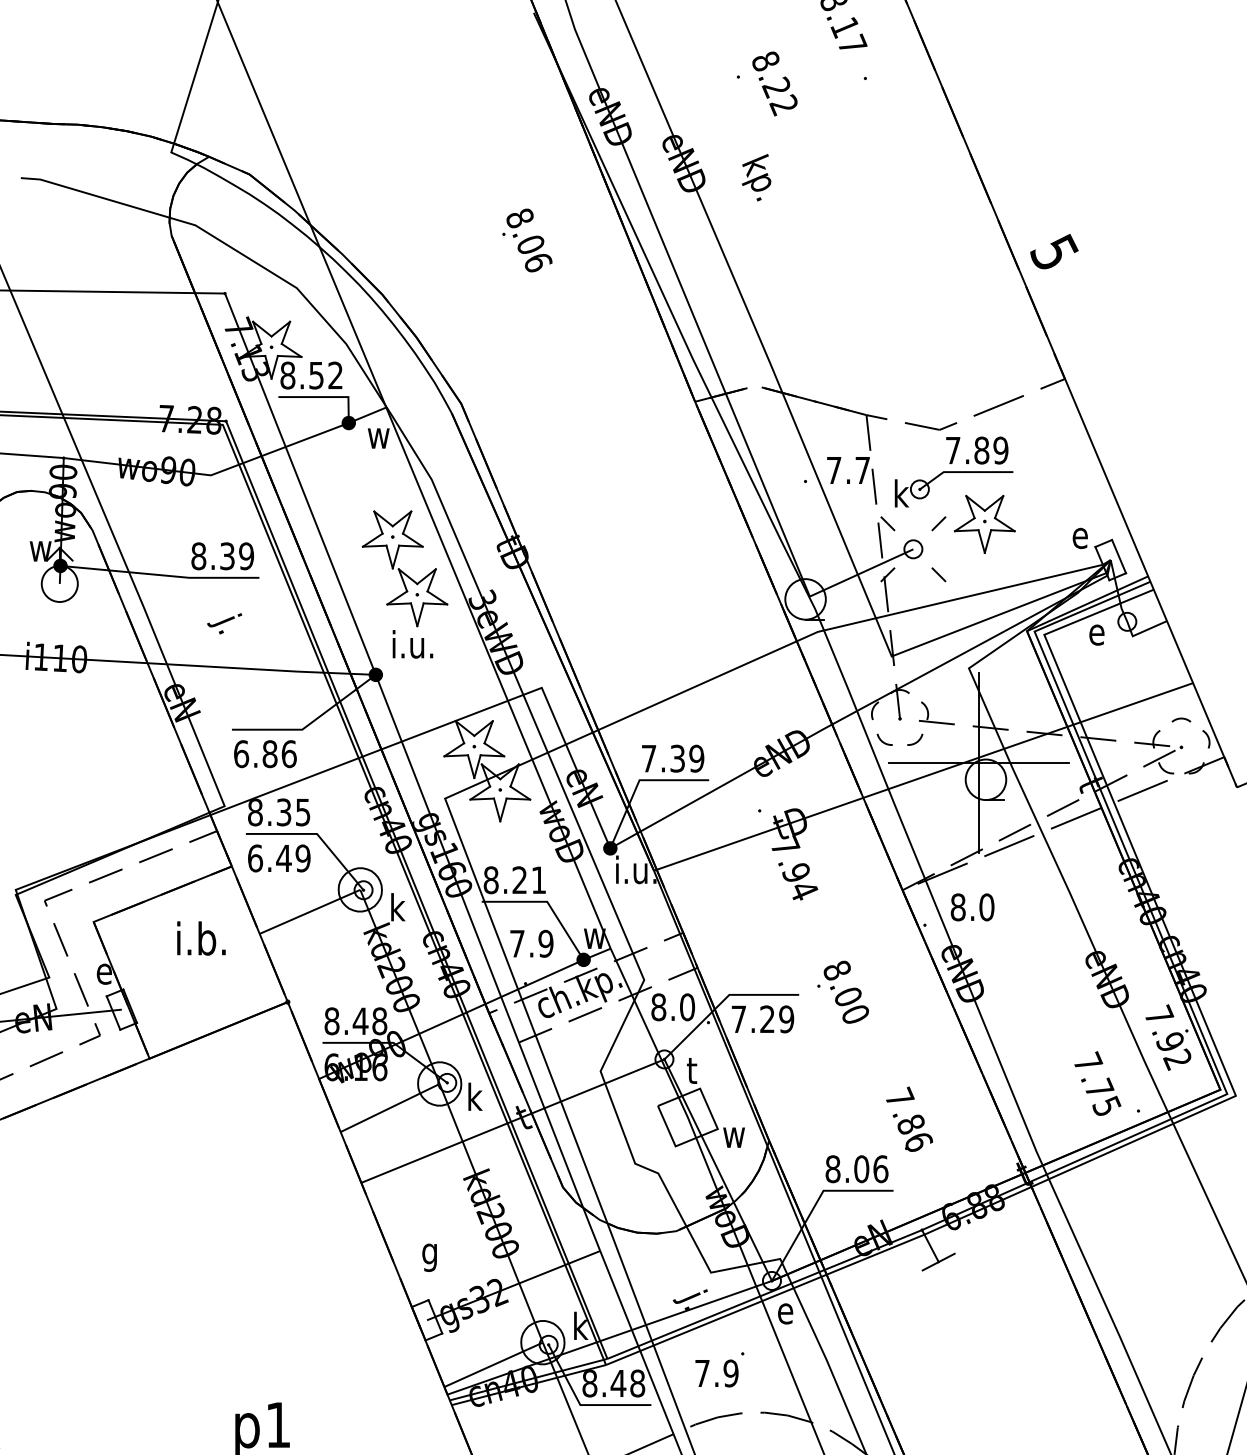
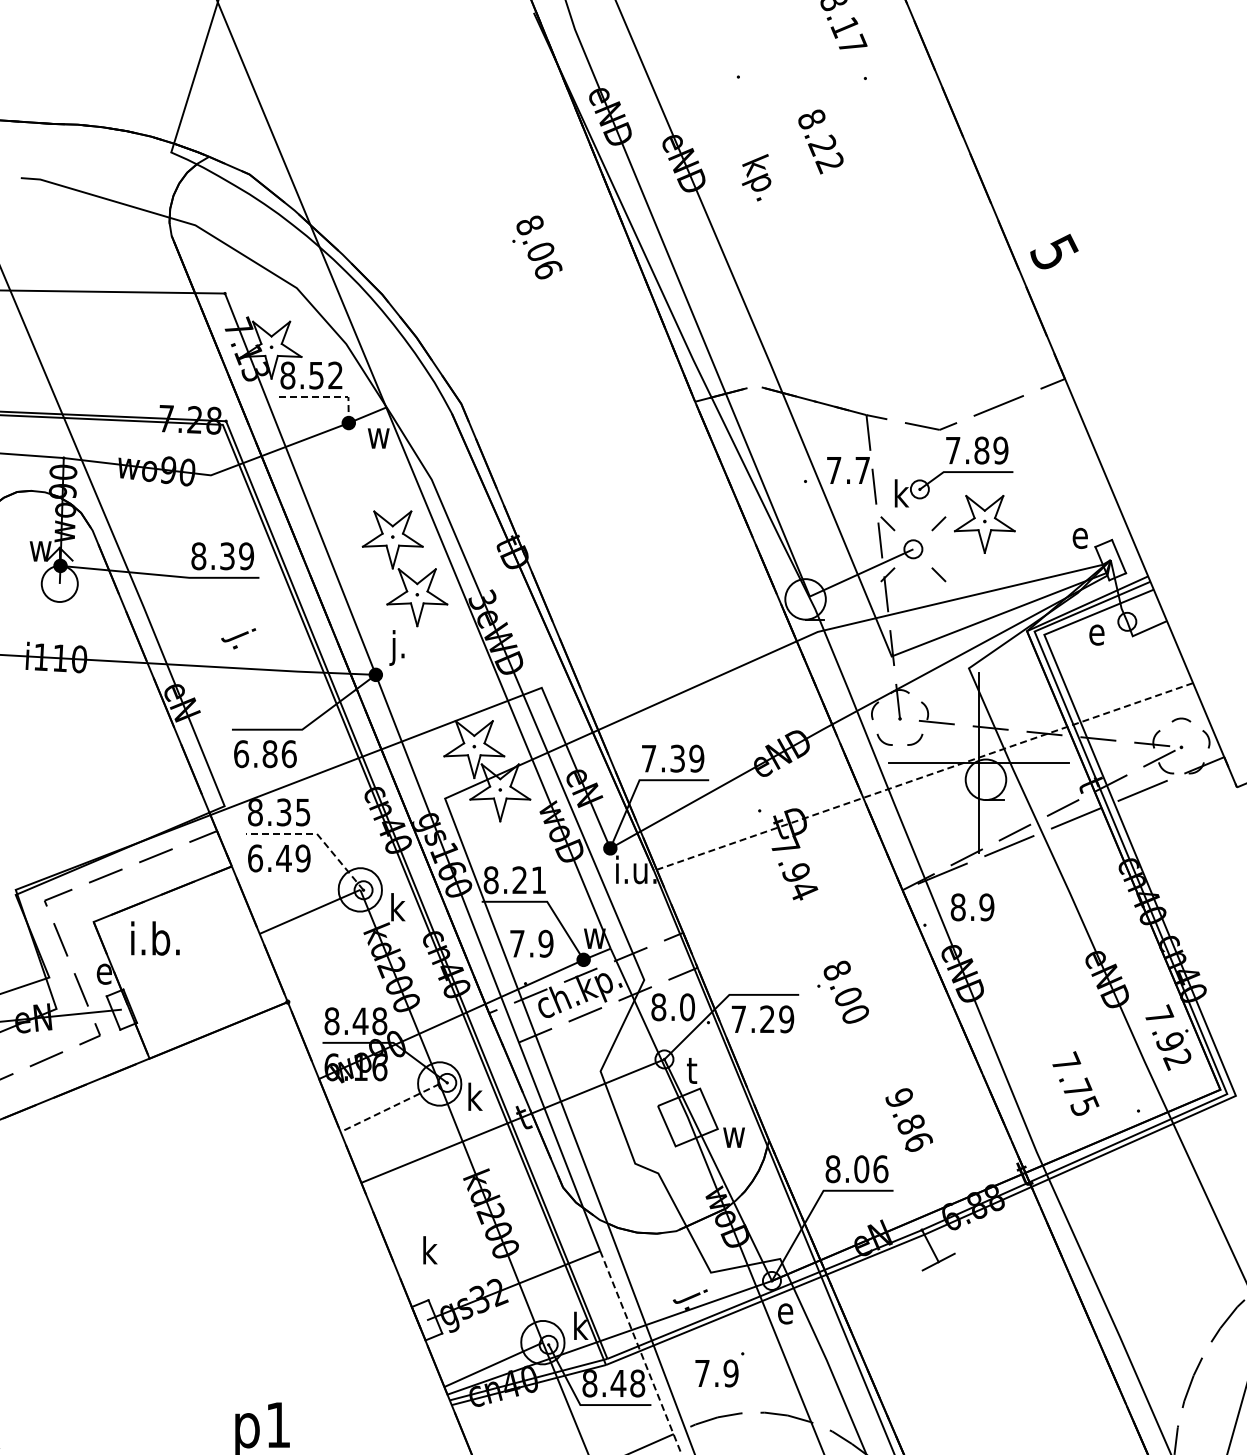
text at (774, 83) position: (774, 83) -> (820, 141)
text at (527, 240) position: (527, 240) -> (537, 247)
line at (326, 397): solid -> dashed
text at (224, 623) position: (224, 623) -> (238, 638)
text at (411, 651): i.u. -> j.
line at (923, 777): solid -> dashed
line at (317, 833): solid -> dashed
text at (986, 907): 8.0 -> 8.9
text at (201, 938) position: (201, 938) -> (155, 938)
text at (1097, 1083) position: (1097, 1083) -> (1075, 1083)
text at (899, 1096): 7.86 -> 9.86
line at (390, 1107): solid -> dashed
text at (429, 1253): g -> k
line at (641, 1353): solid -> dashed
